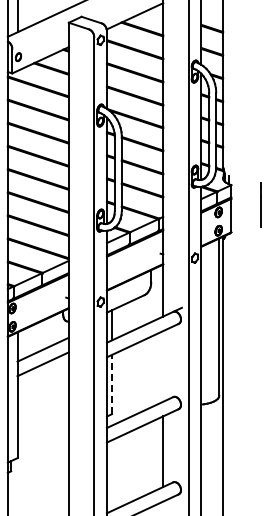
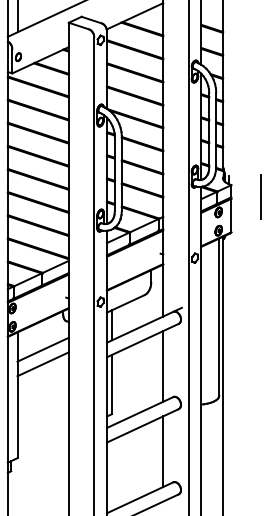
line at (260, 204) position: (260, 204) -> (260, 196)
line at (163, 366): none -> present
line at (111, 384): dashed -> solid
